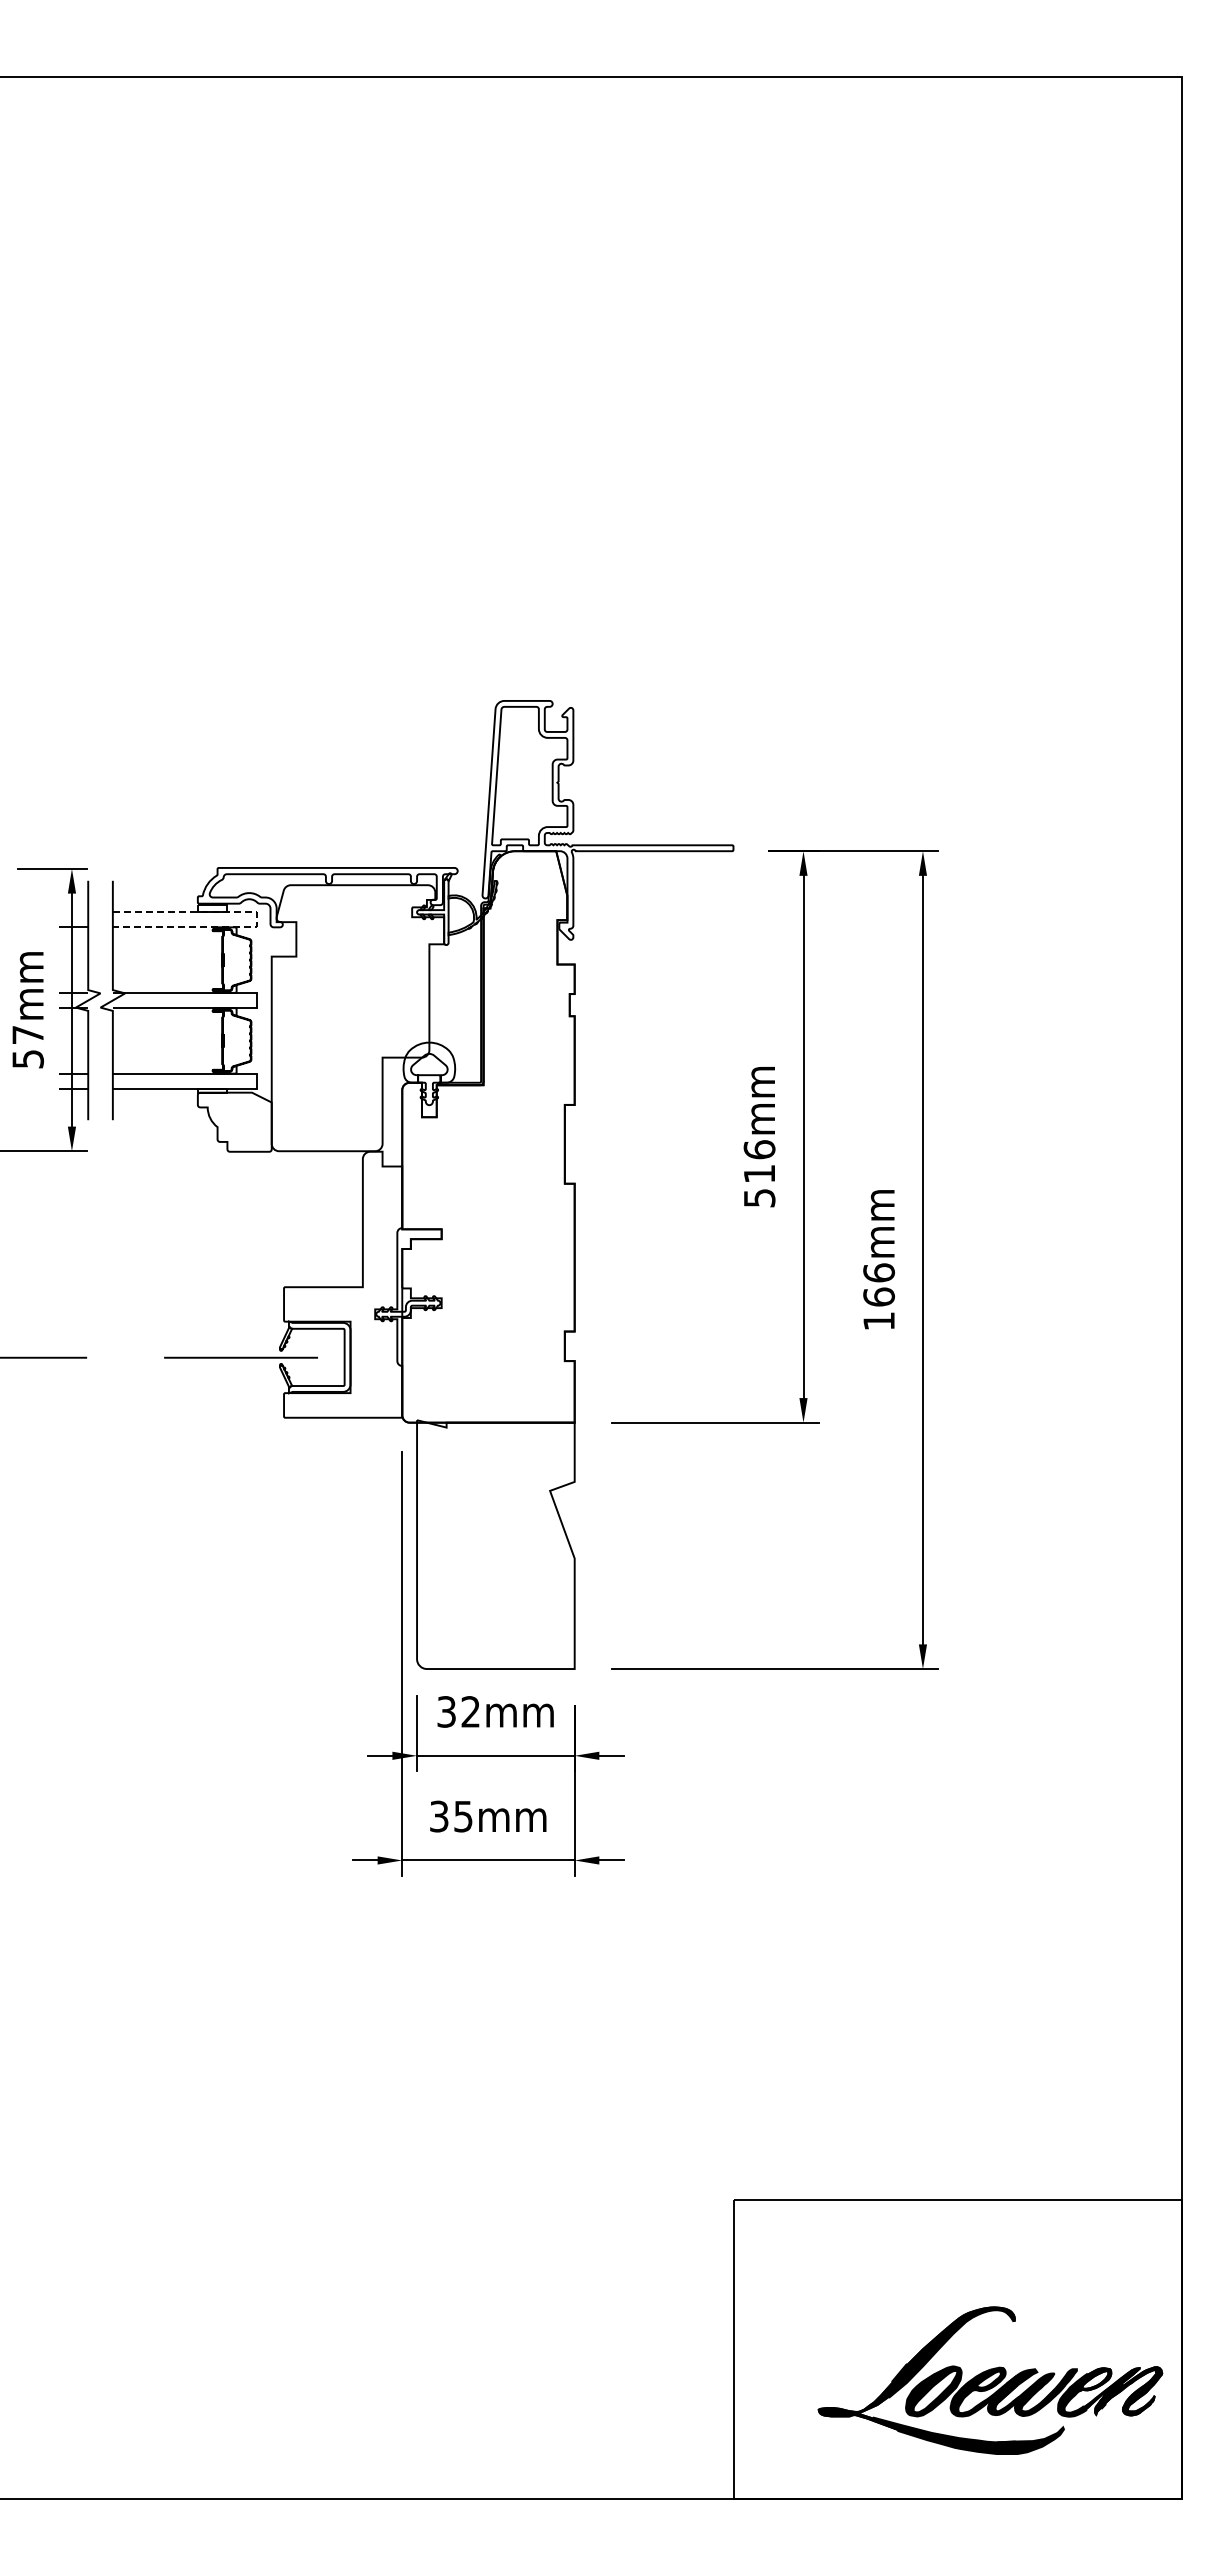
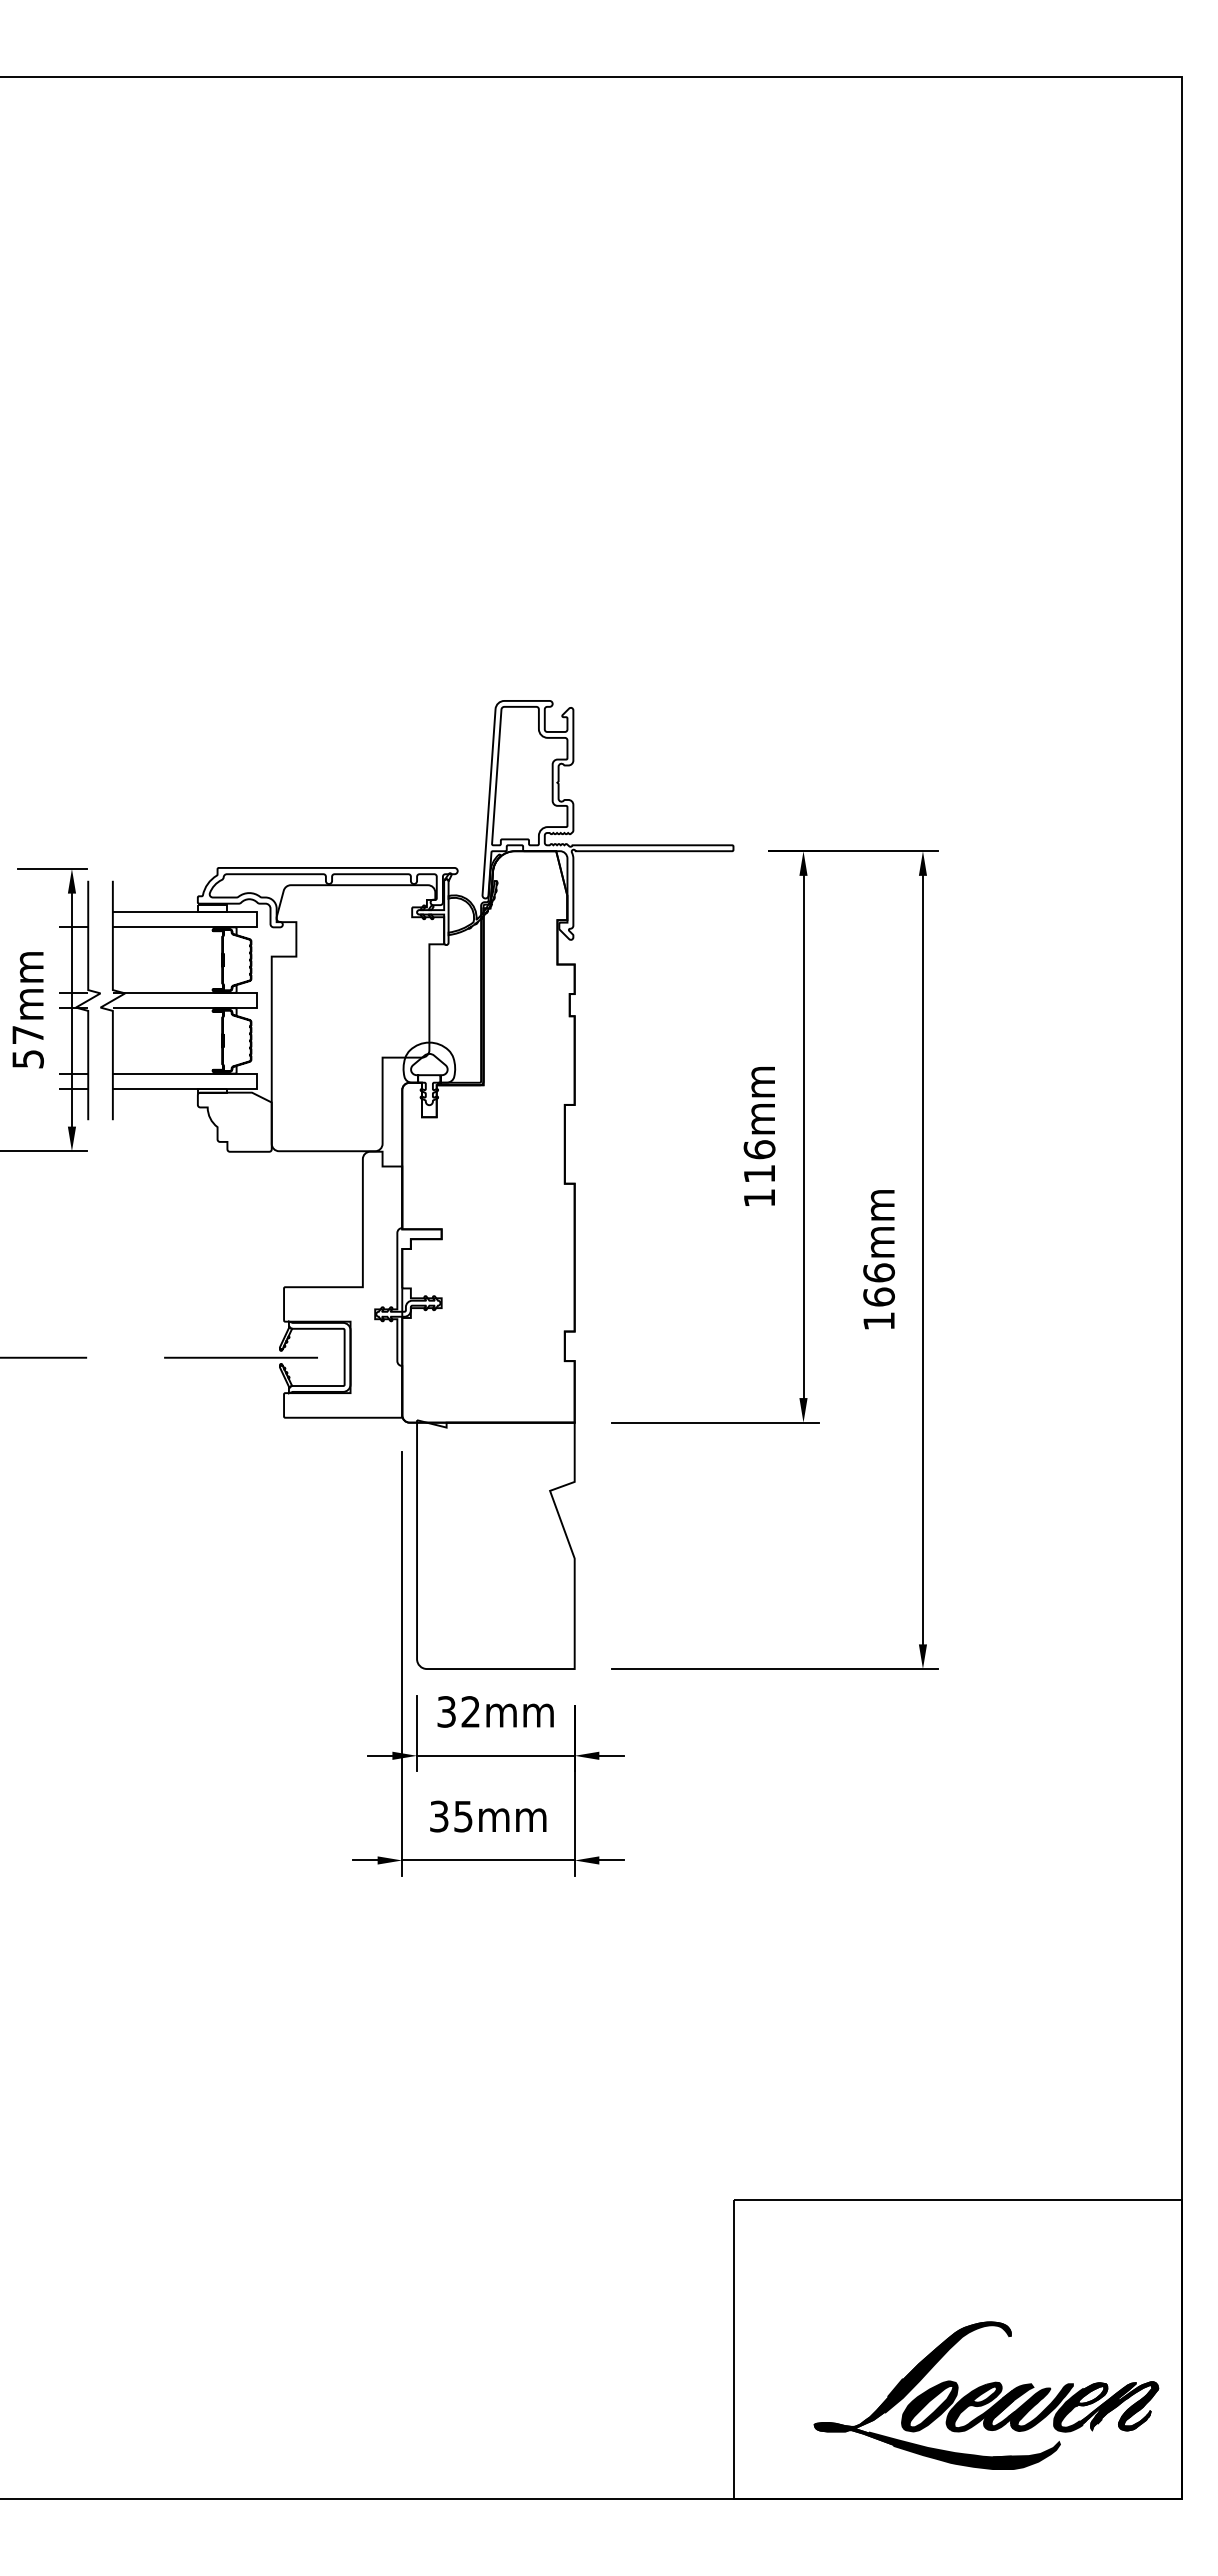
line at (256, 919): dashed -> solid
text at (759, 1198): 516mm -> 116mm
part at (990, 2380) position: (990, 2380) -> (986, 2395)
